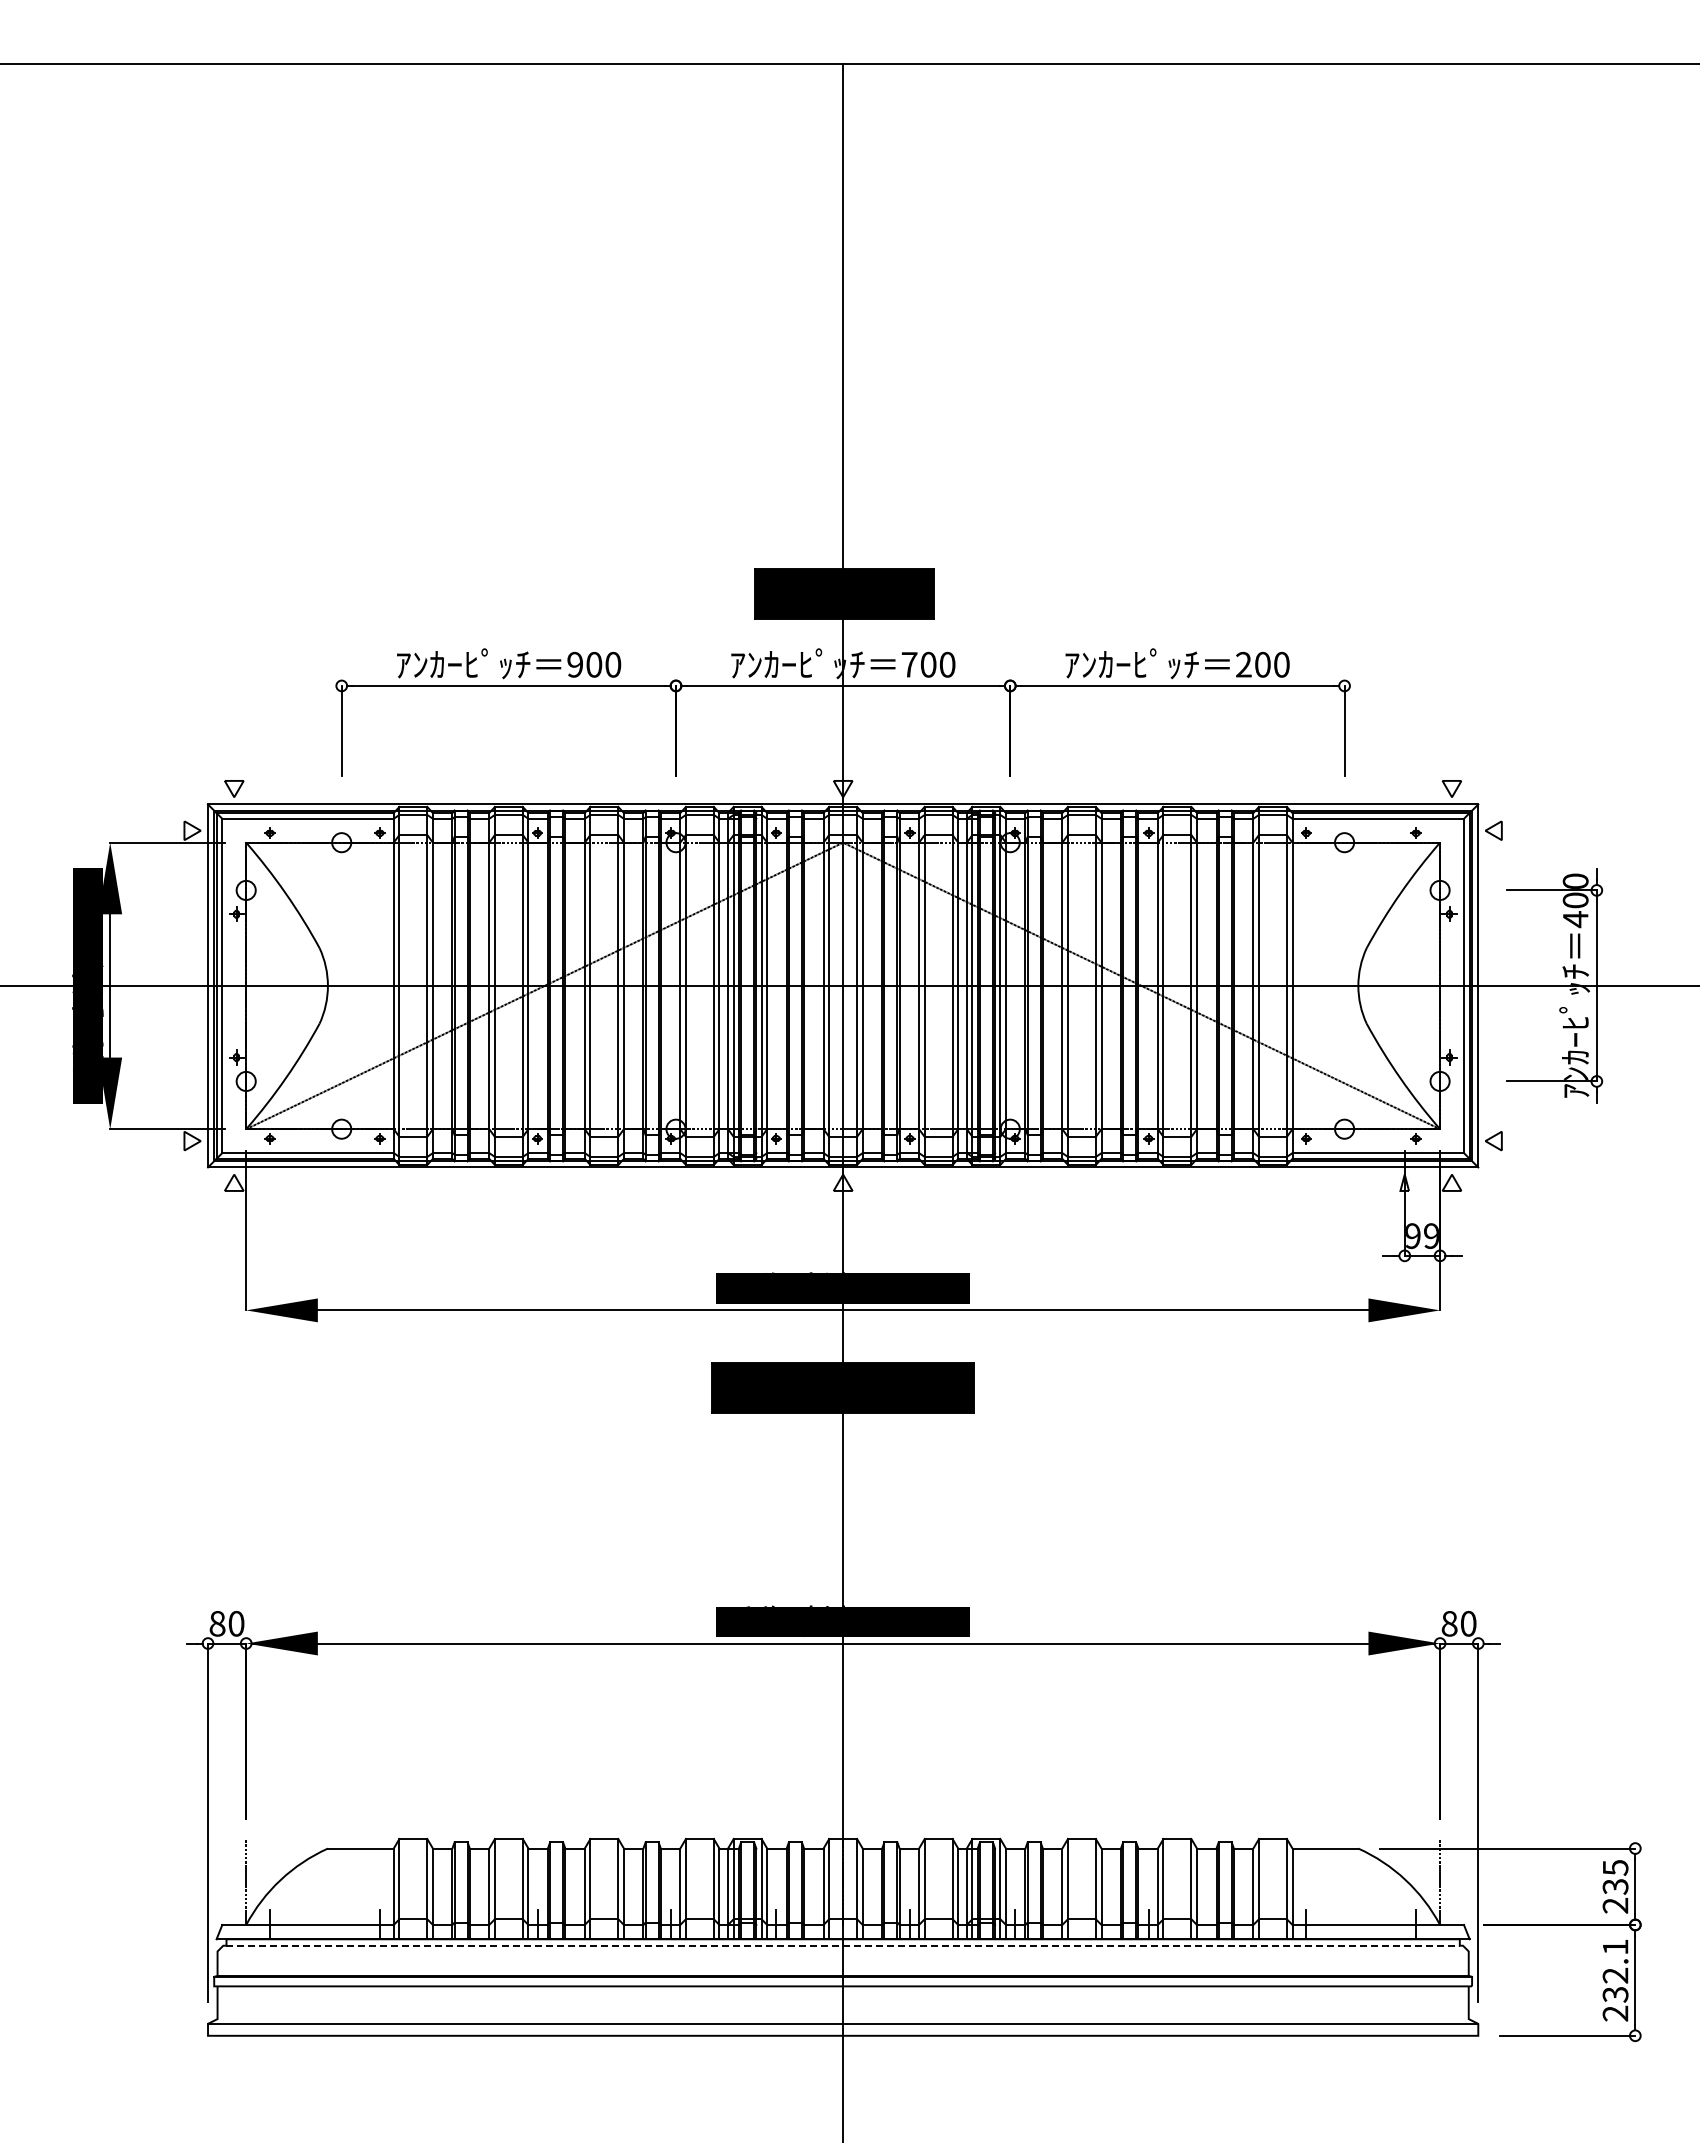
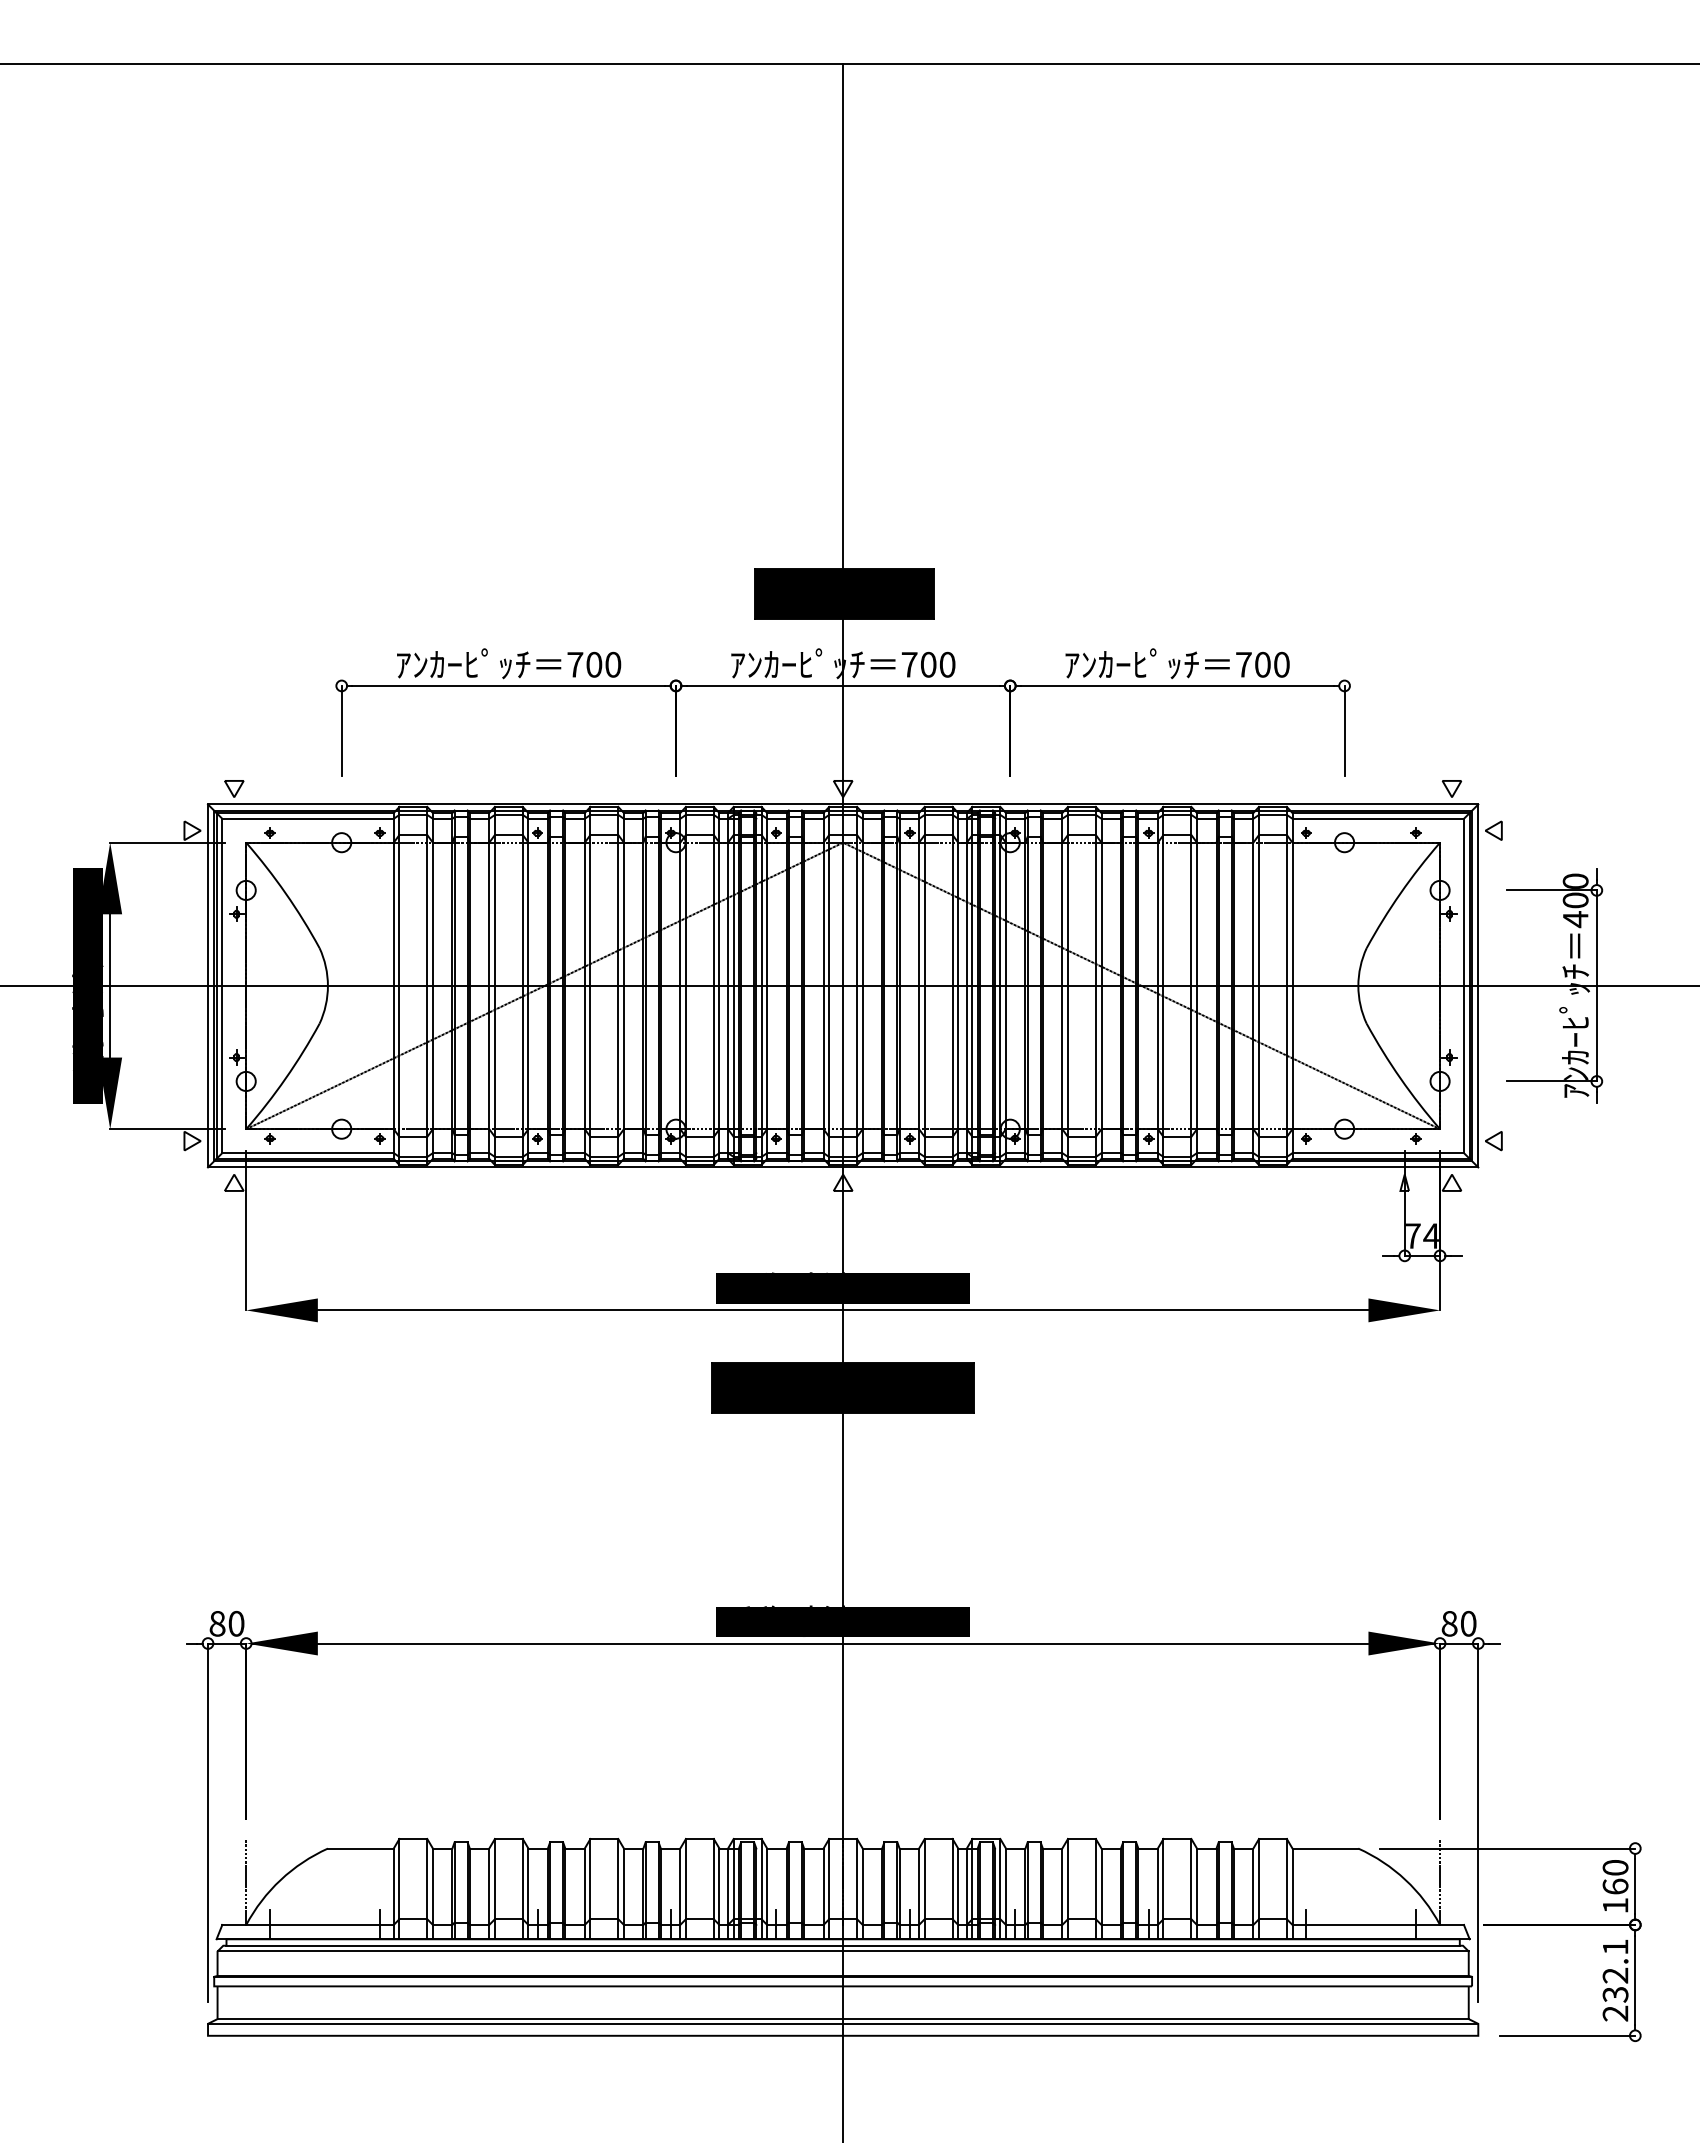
text at (575, 664): 900 -> 700
text at (1243, 664): 200 -> 700
text at (1422, 1236): 99 -> 74
text at (1615, 1886): 235 -> 160
line at (843, 1945): dashed -> solid
line at (842, 1951): none -> present
line at (842, 2019): none -> present
